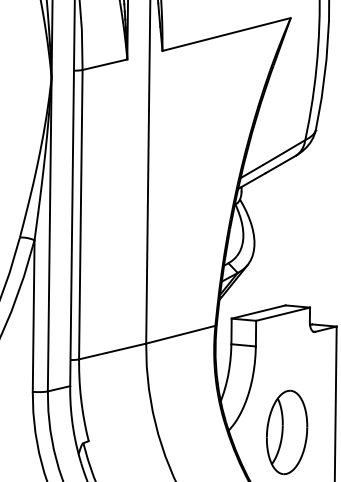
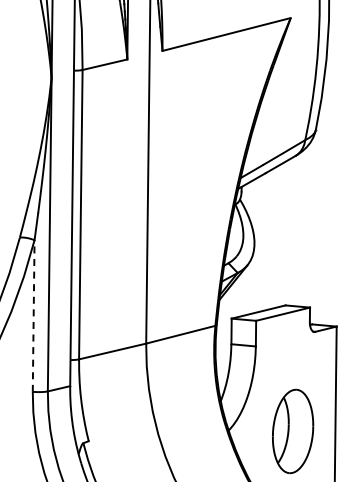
line at (33, 316): solid -> dashed
part at (287, 432) position: (287, 432) -> (293, 431)
